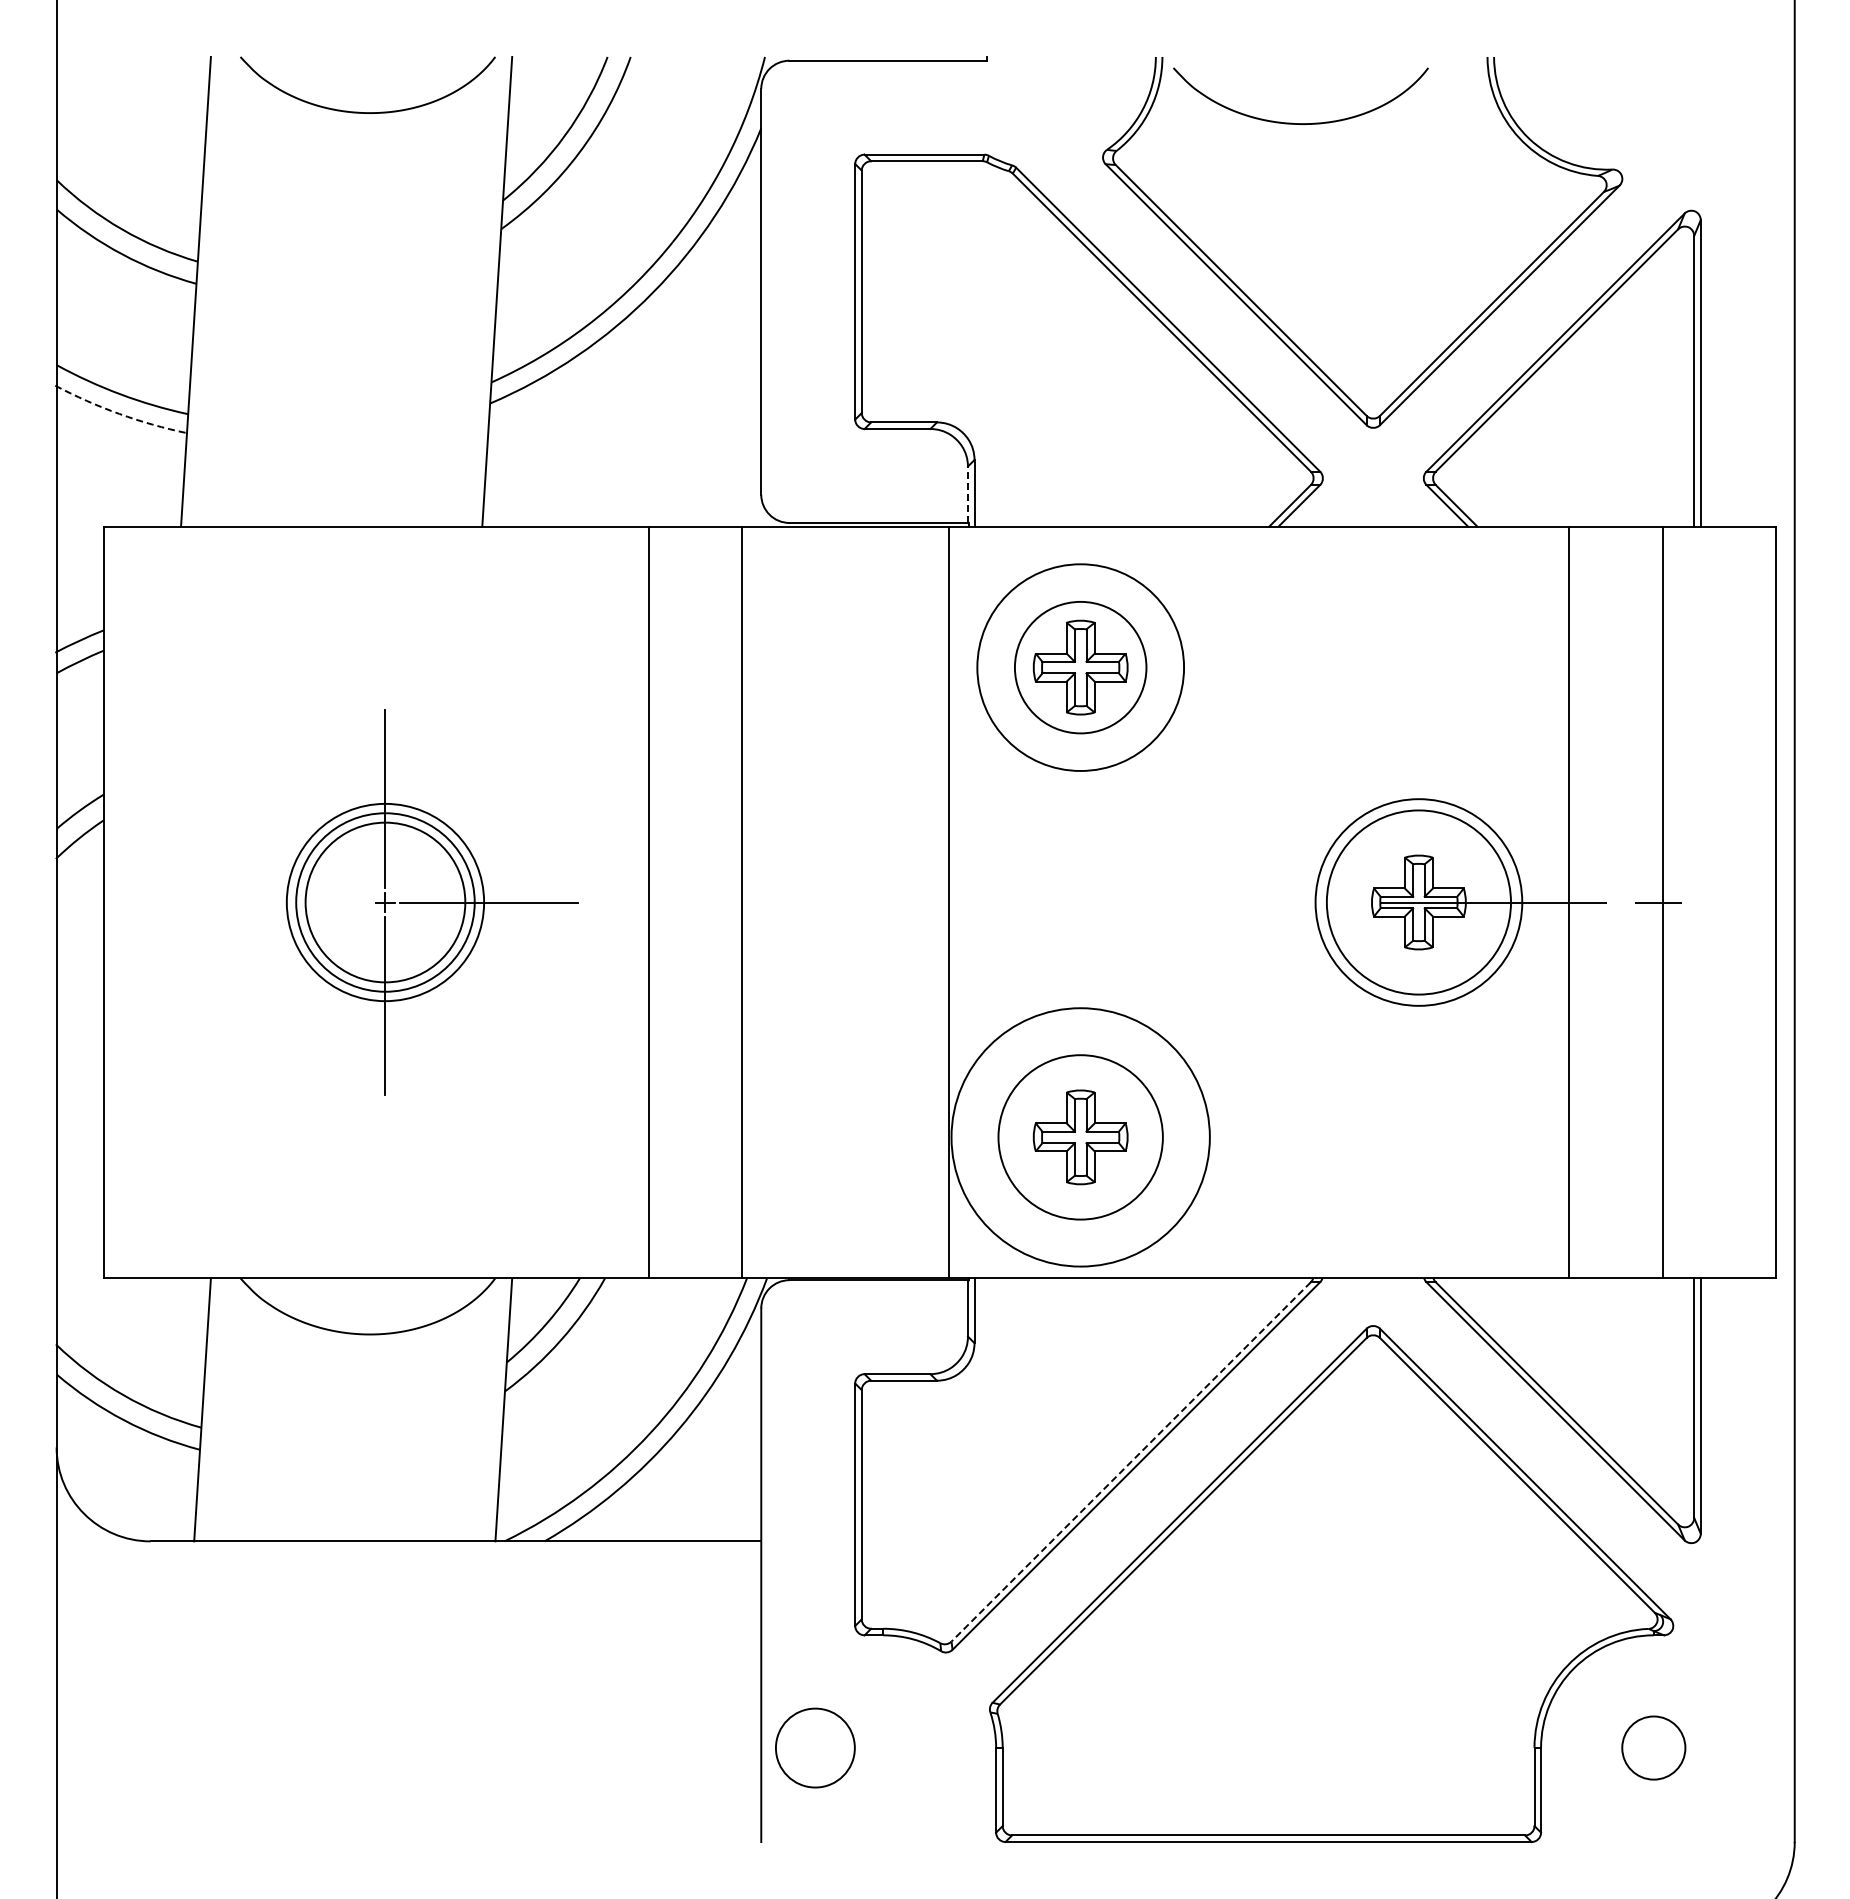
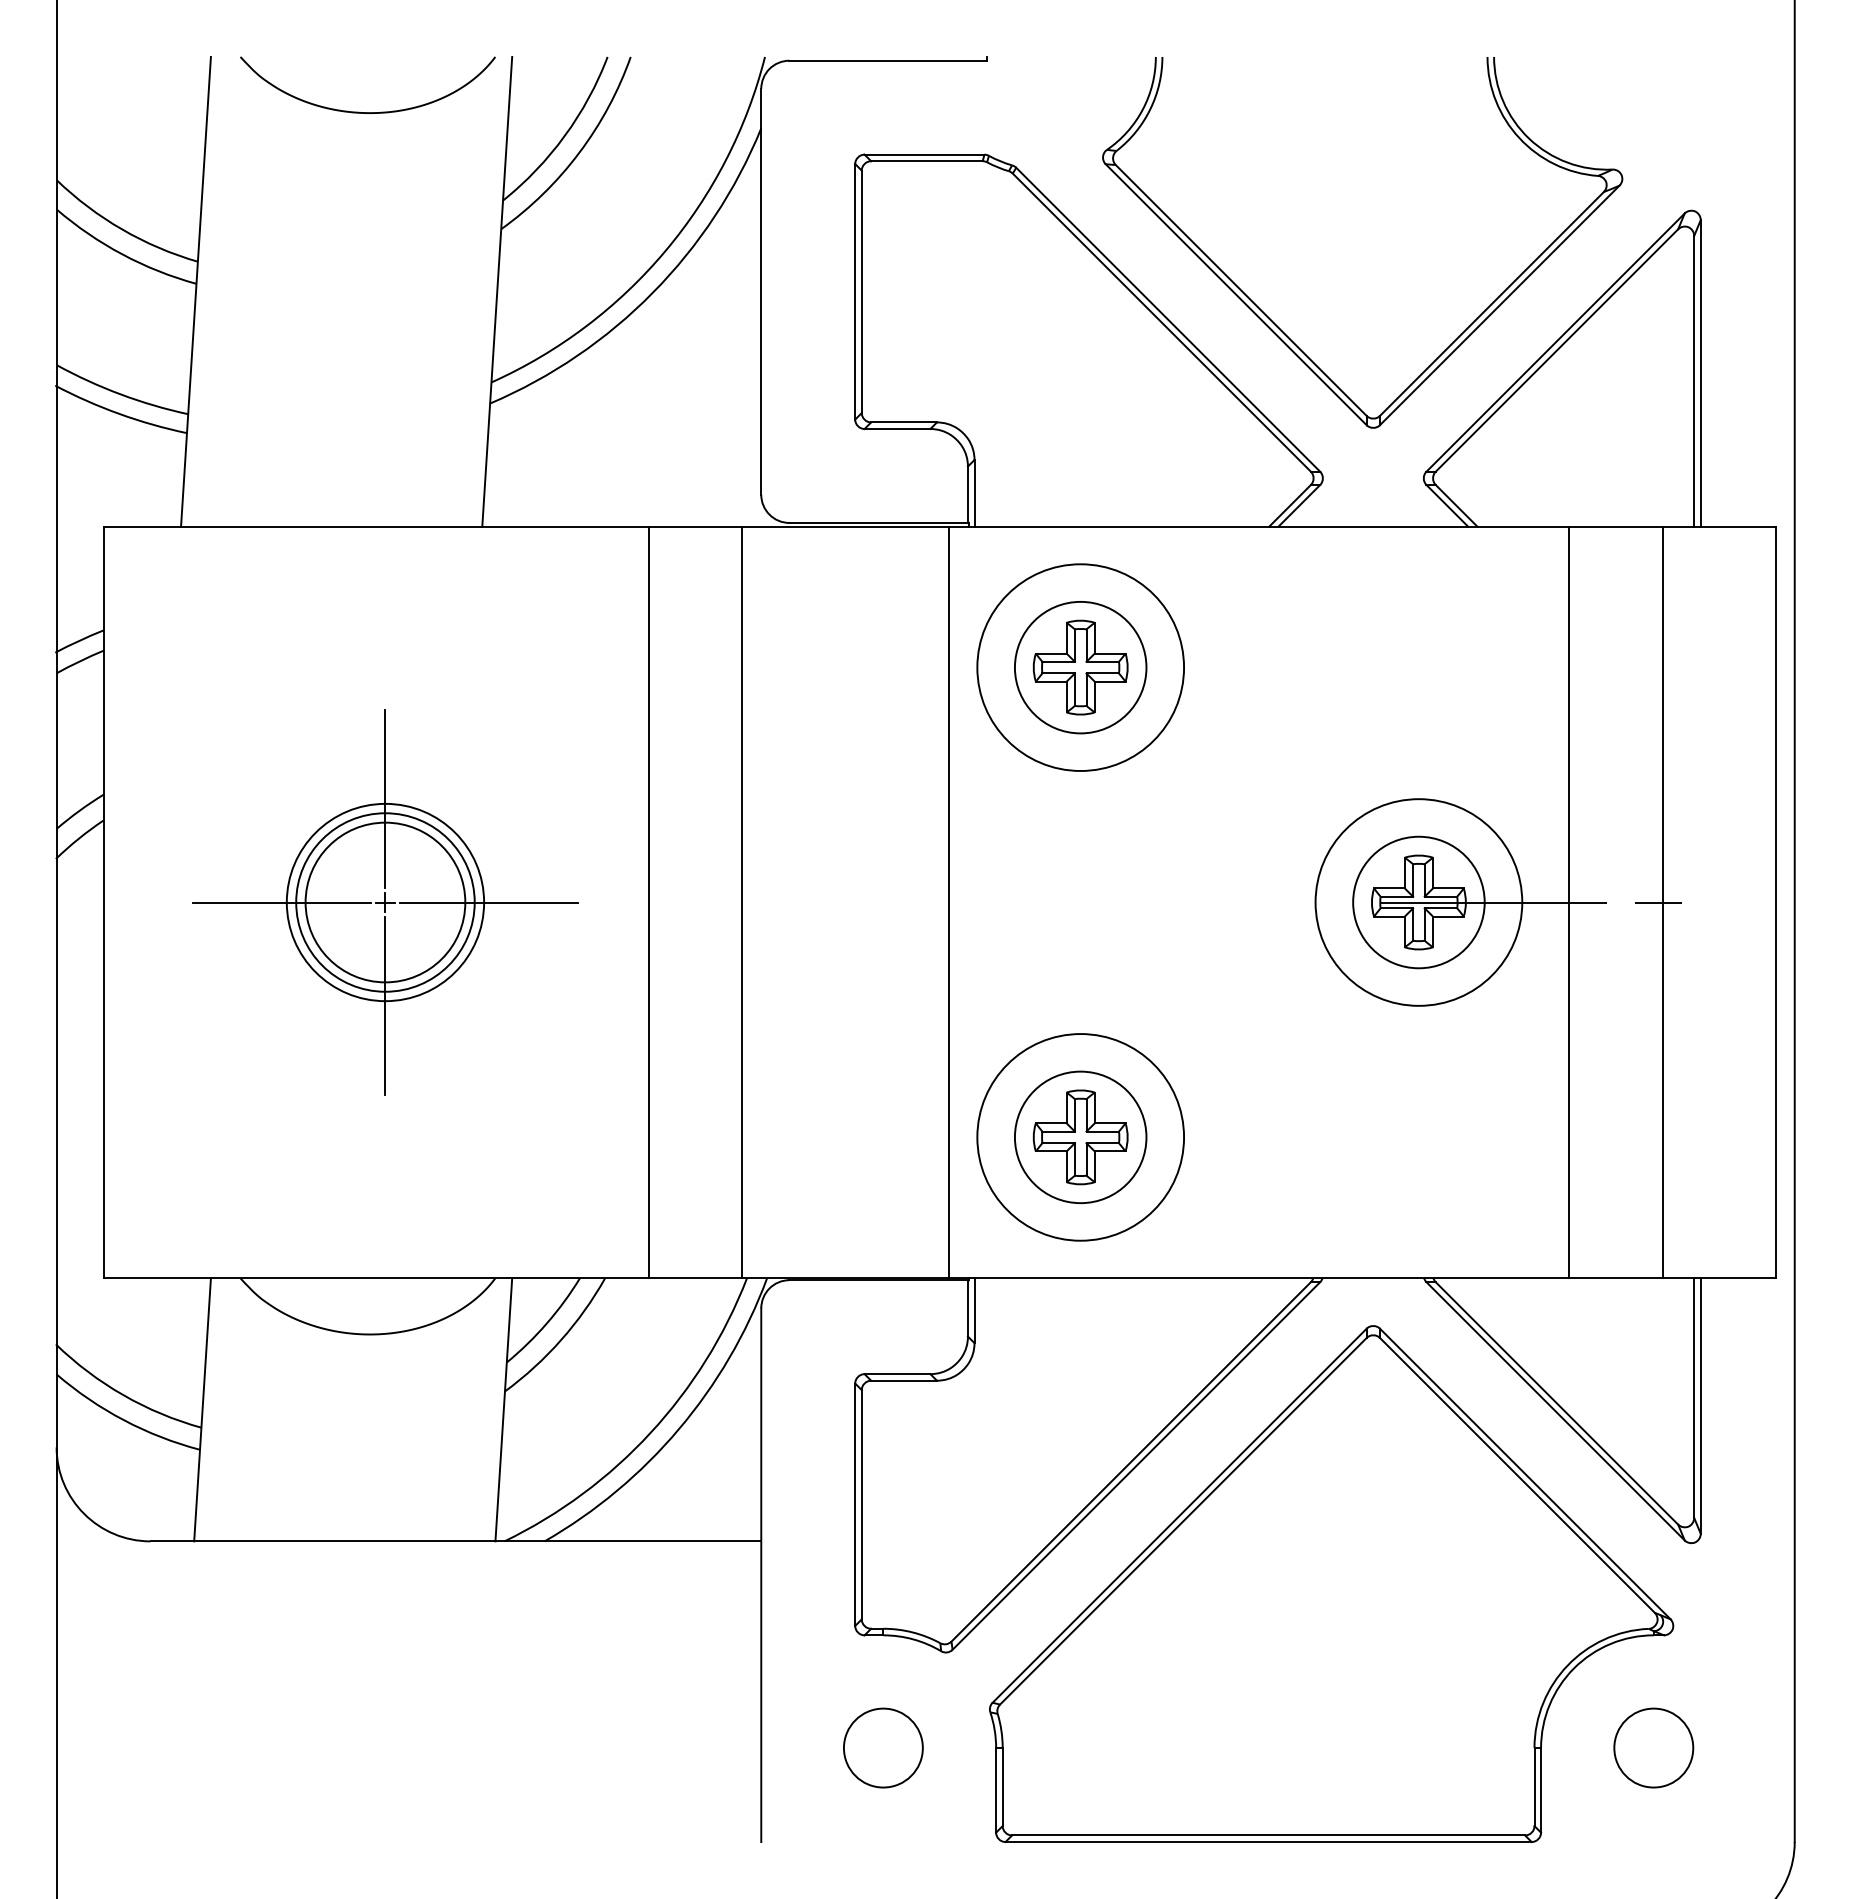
curve at (1300, 123): present -> none
arc at (119, 413): dashed -> solid
line at (967, 494): dashed -> solid
line at (281, 902): none -> present
circle at (1418, 902) diameter: 184 px -> 132 px
circle at (1080, 1137) diameter: 164 px -> 132 px
circle at (1080, 1137) diameter: 258 px -> 207 px
line at (1130, 1462): dashed -> solid
circle at (815, 1747) position: (815, 1747) -> (883, 1747)
circle at (1653, 1747) size: 66x66 px -> 82x82 px
